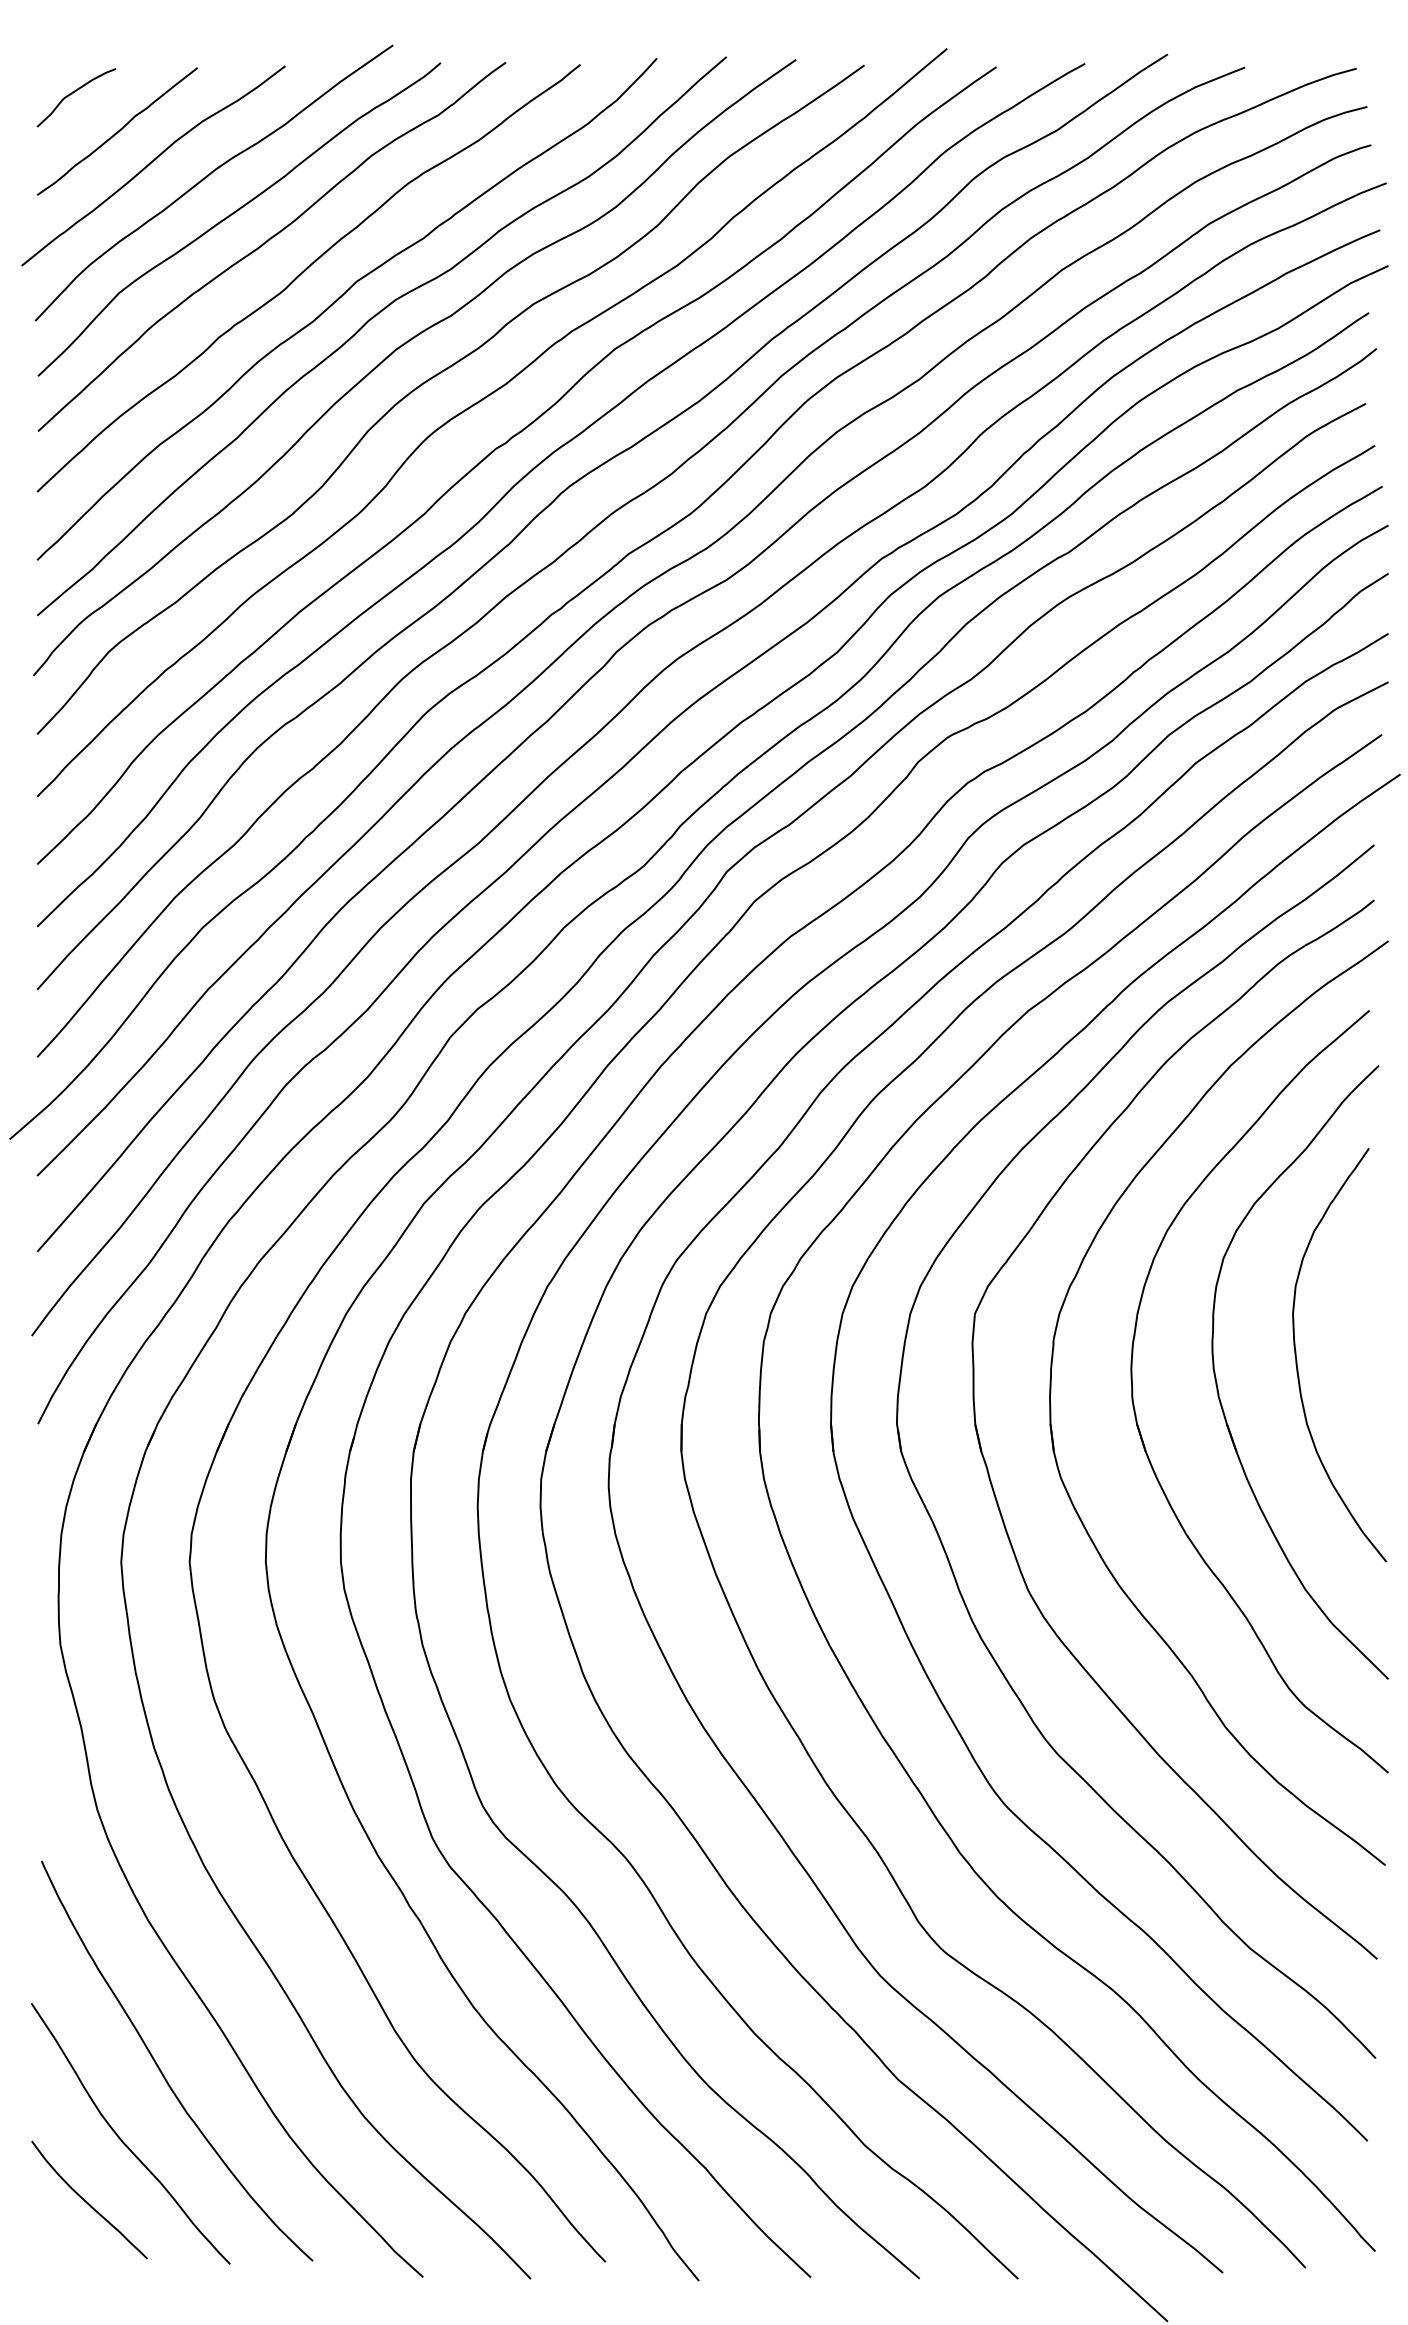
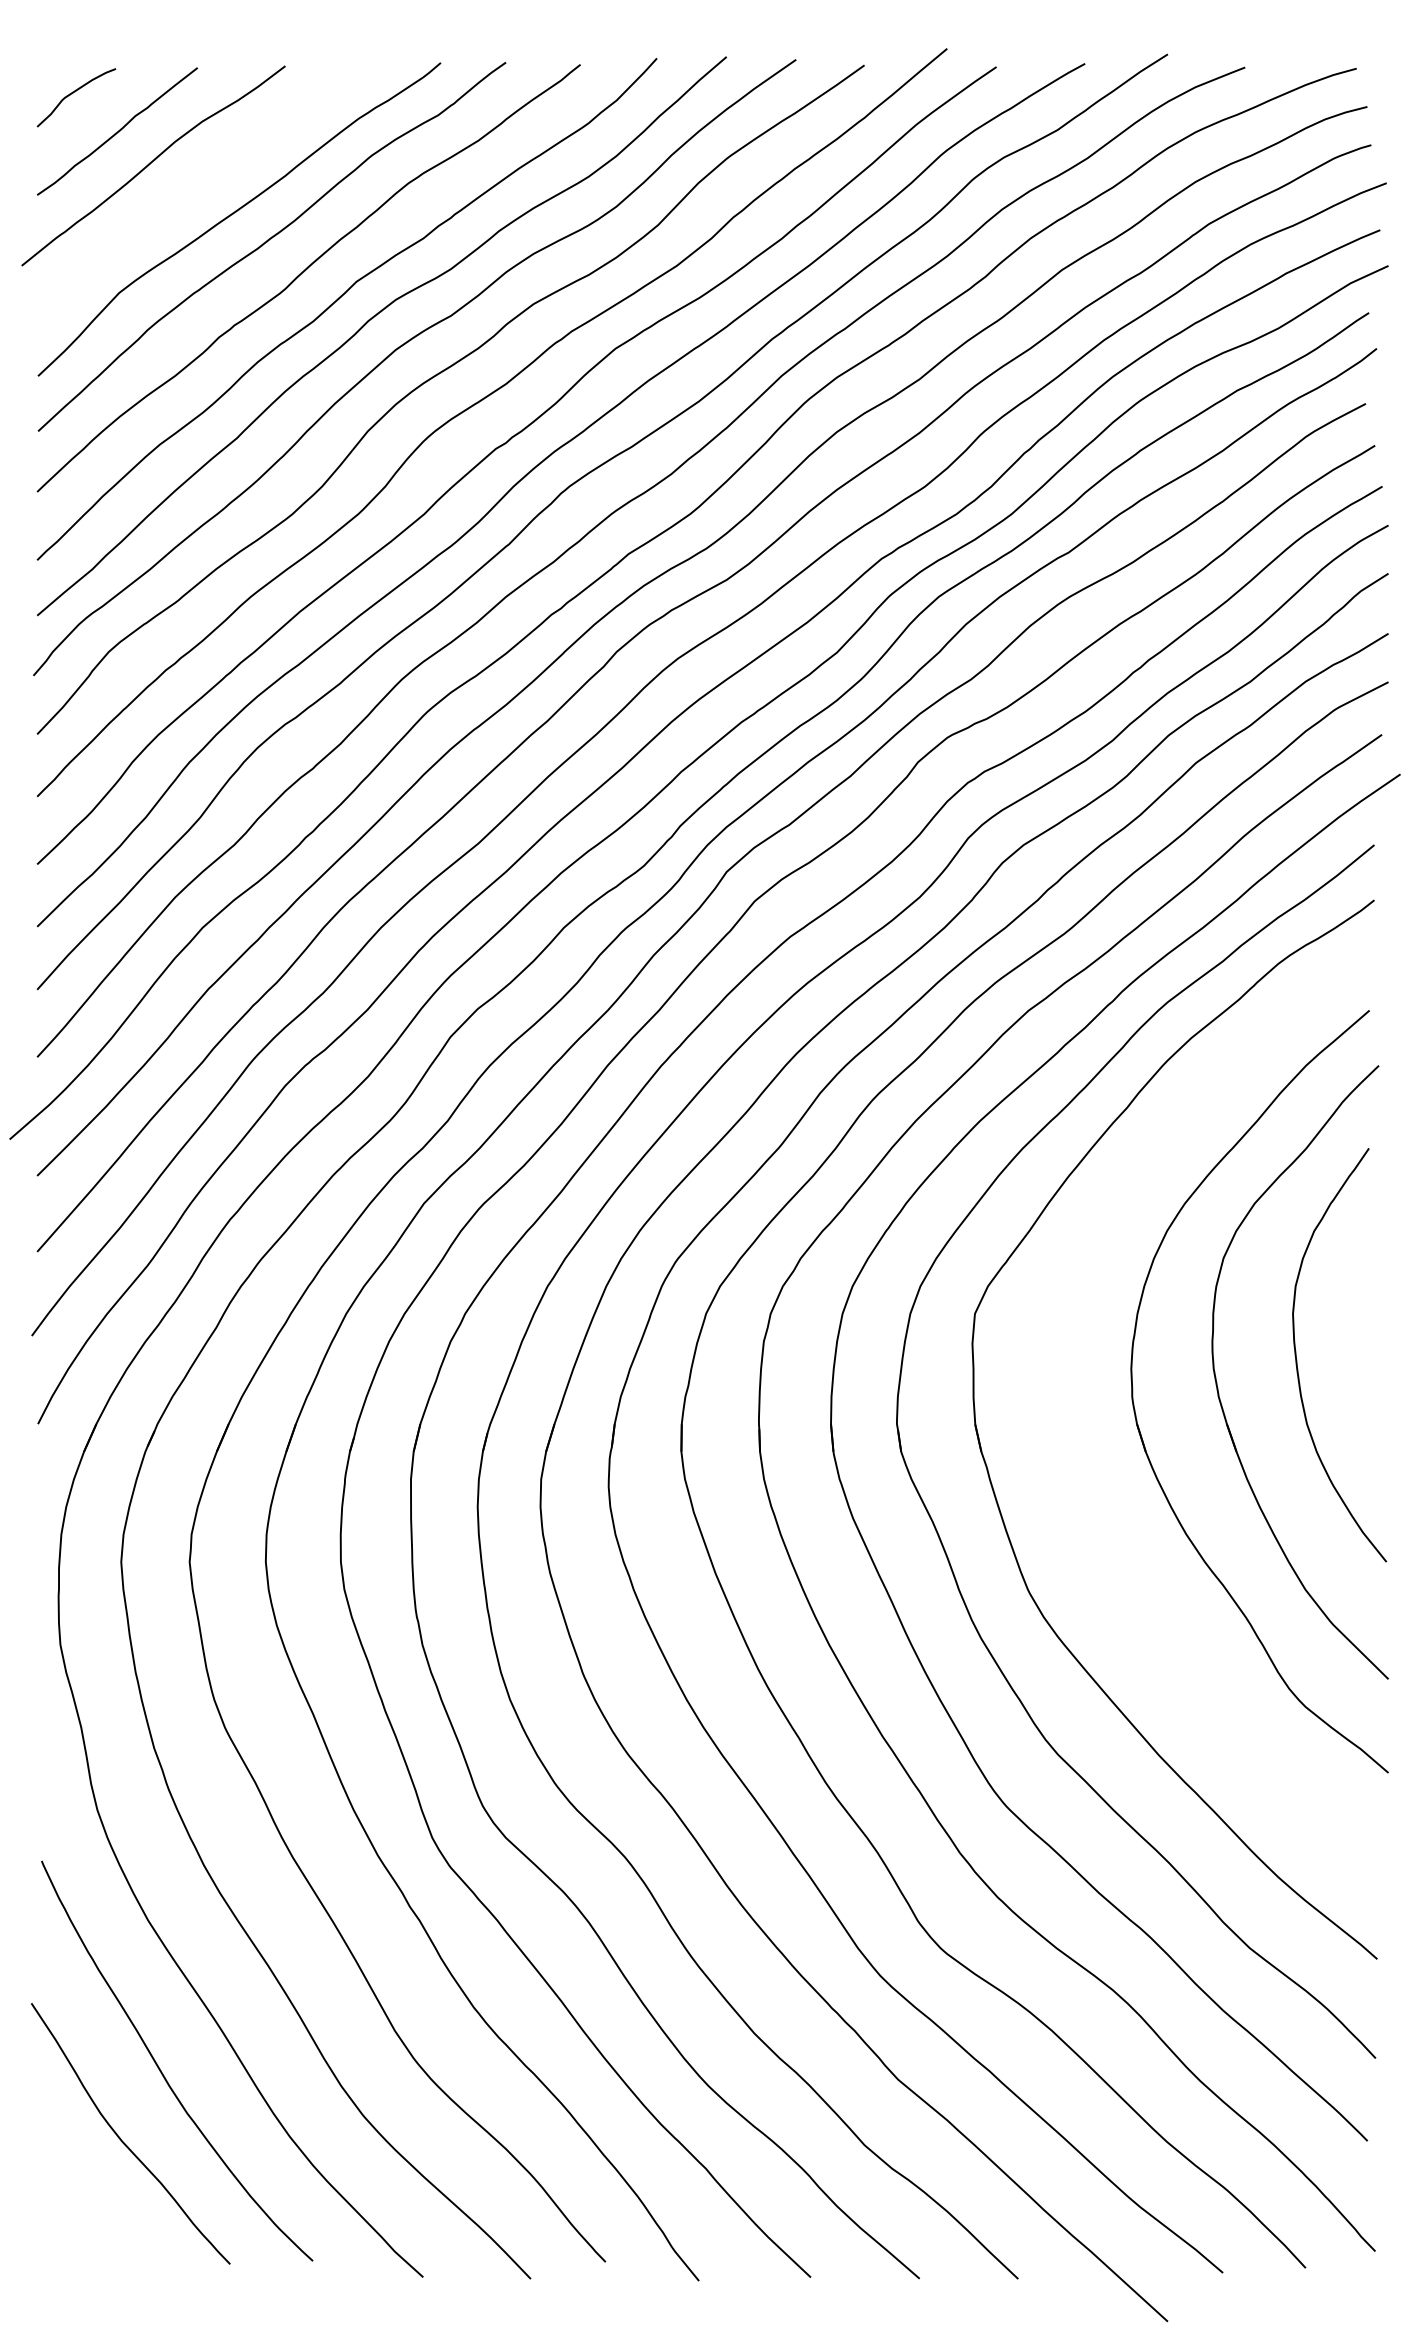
curve at (208, 176): present -> none
part at (1051, 1404): present -> none
curve at (87, 2201): present -> none
